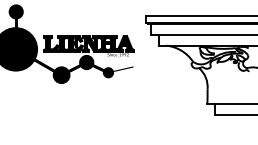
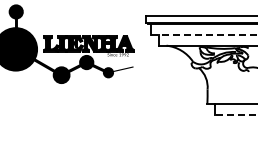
line at (204, 35): solid -> dashed
line at (236, 114): solid -> dashed
